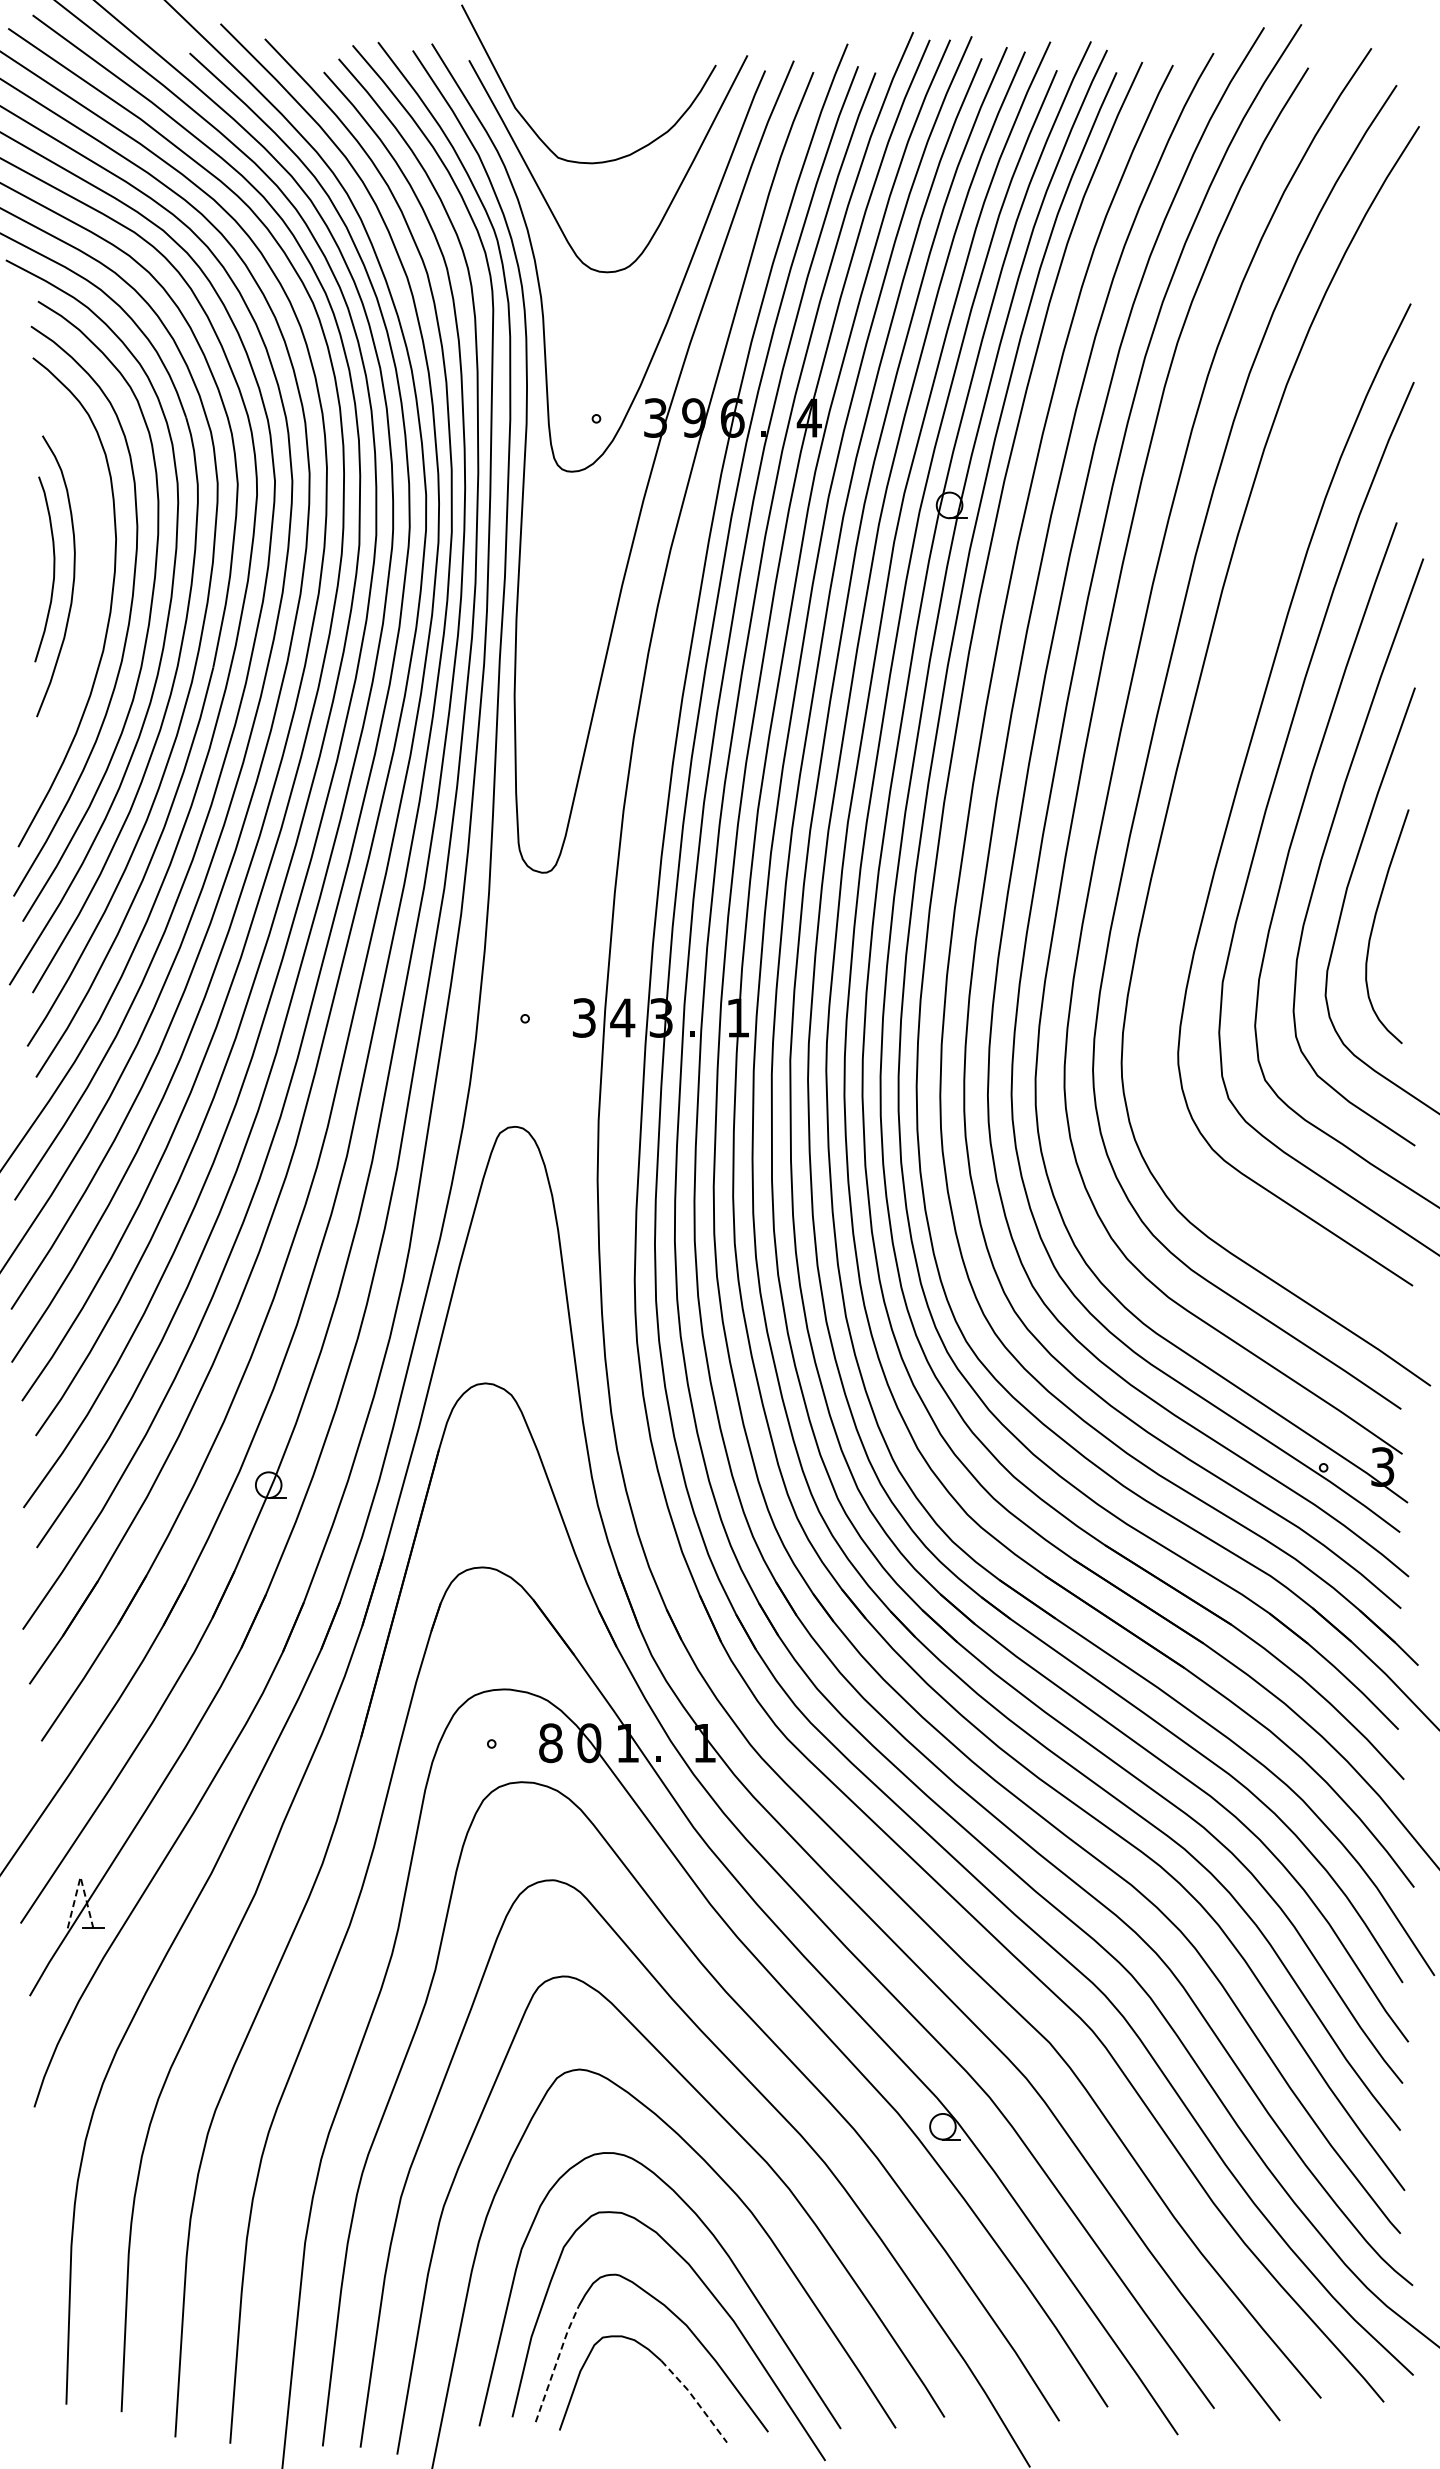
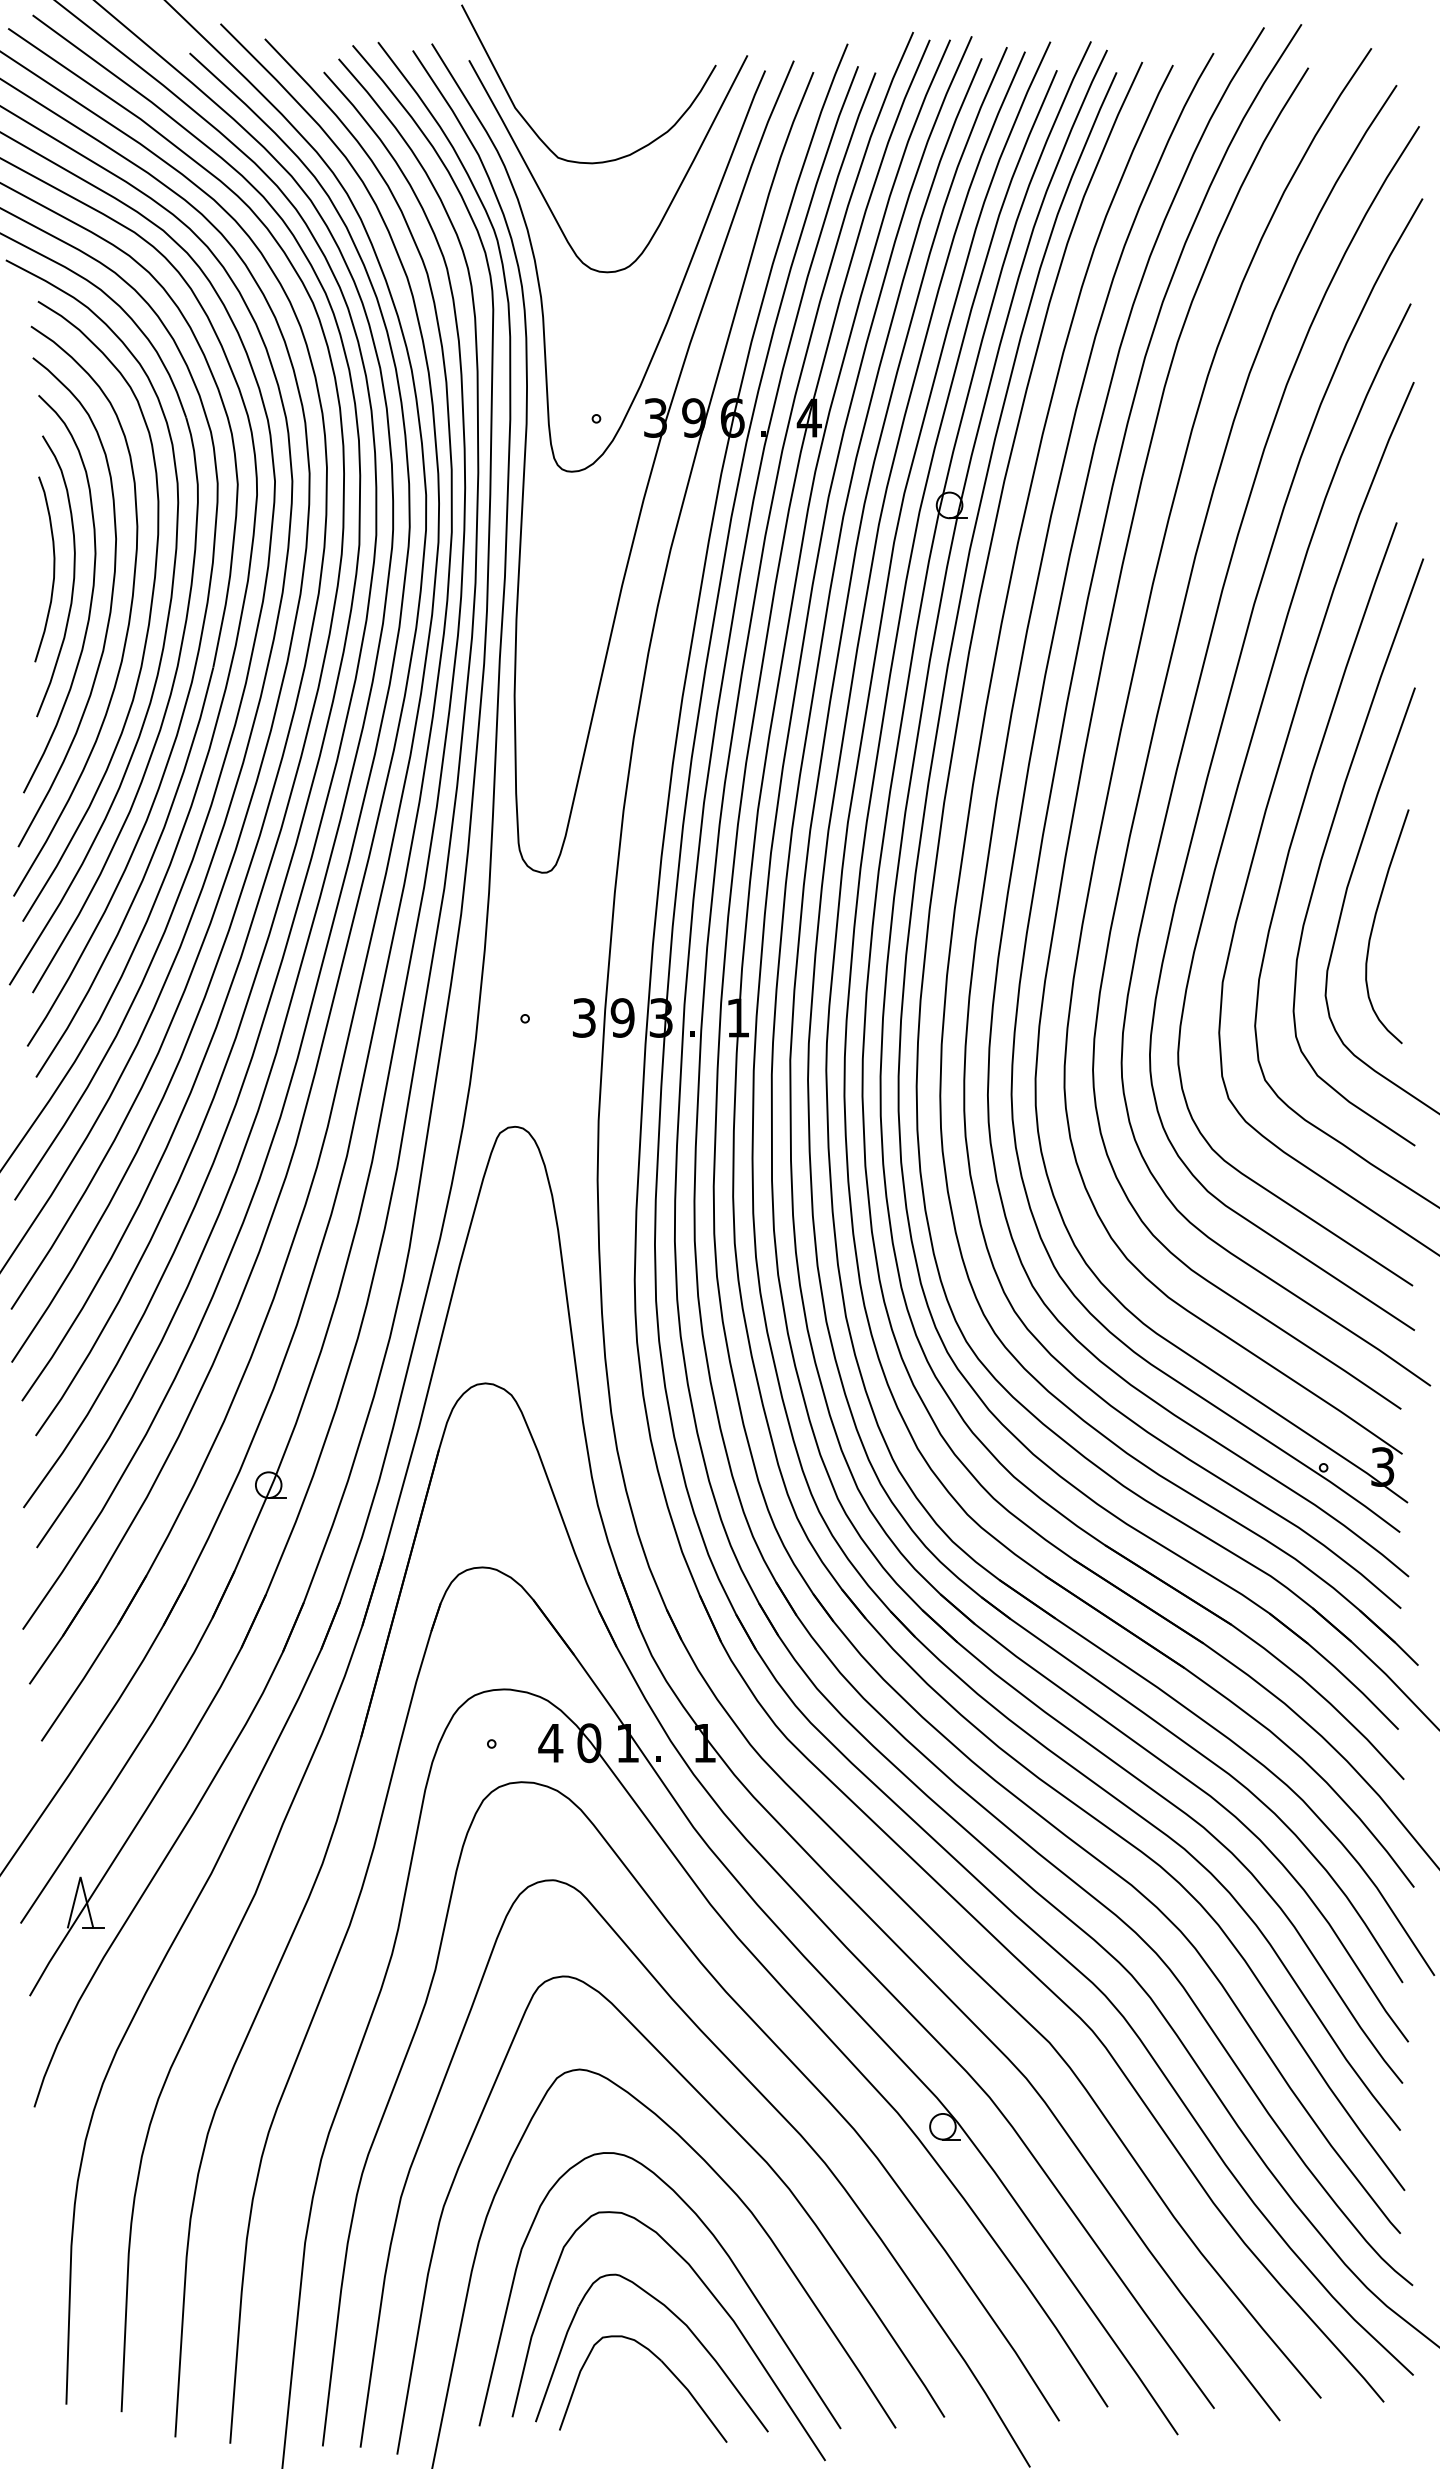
curve at (90, 599): none -> present
curve at (1218, 741): none -> present
text at (622, 1017): 4 -> 9
text at (550, 1743): 8 -> 4
line at (80, 1877): dashed -> solid
line at (556, 2362): dashed -> solid
line at (695, 2400): dashed -> solid
